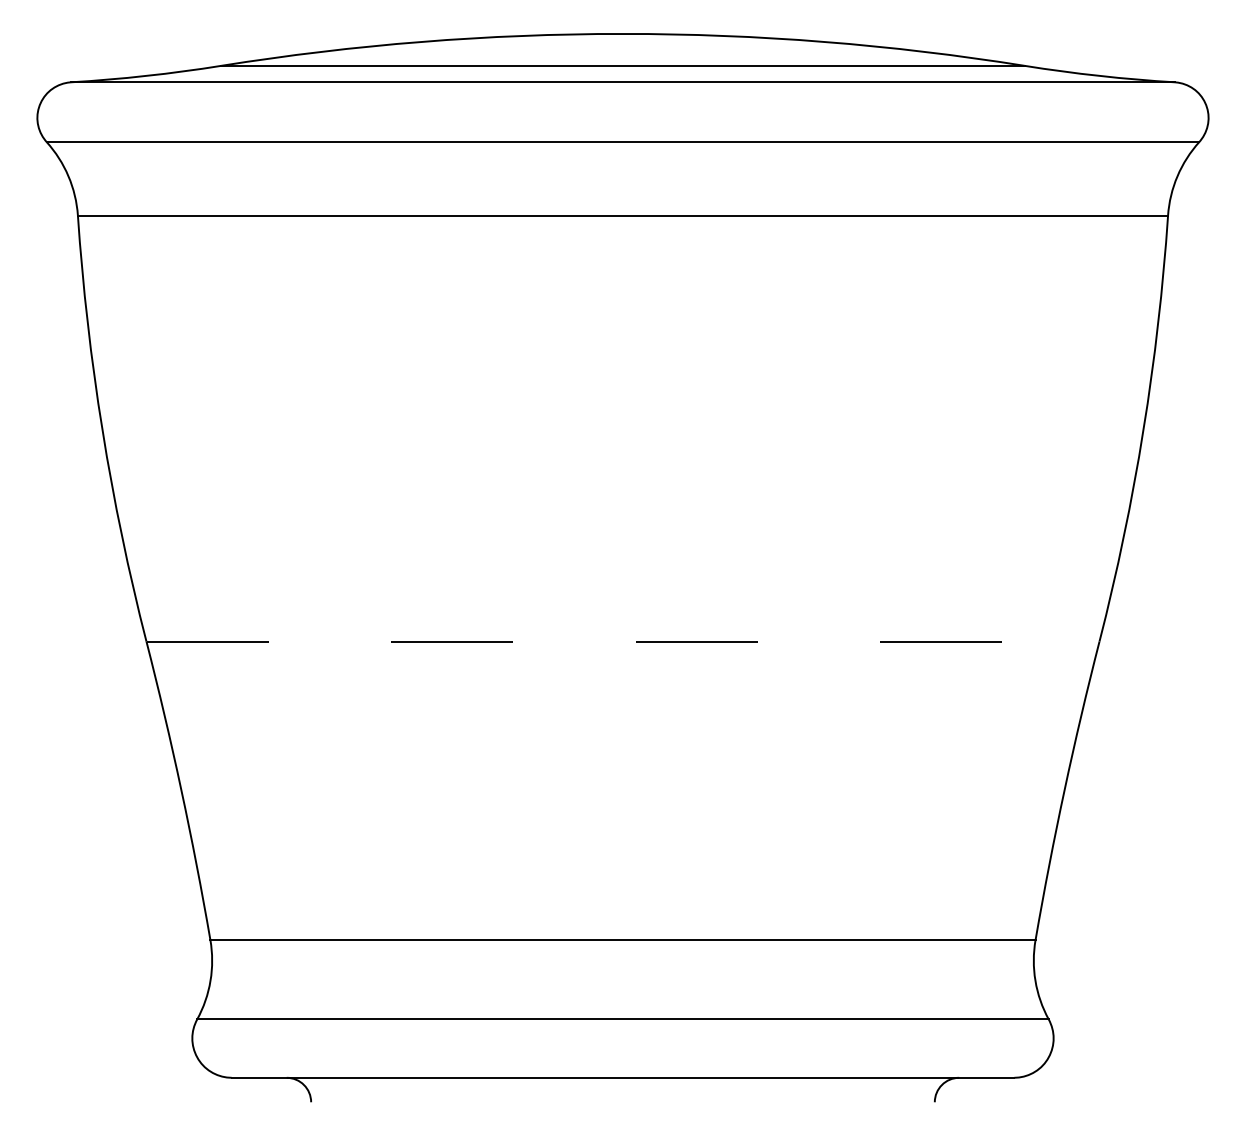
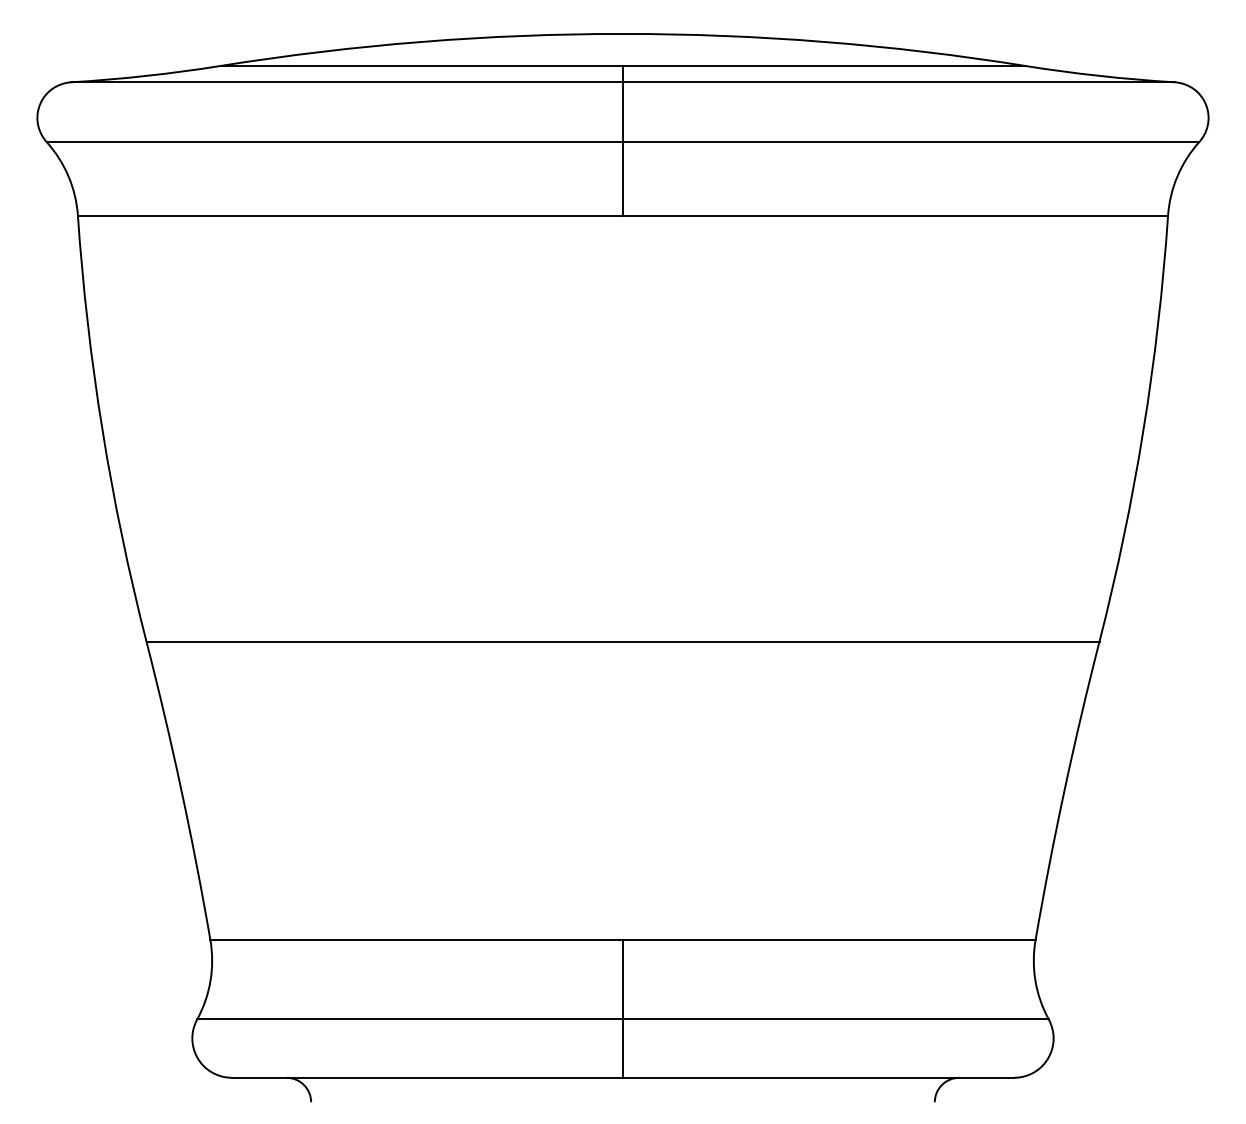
line at (622, 140): none -> present
line at (623, 641): dashed -> solid
line at (622, 1008): none -> present
